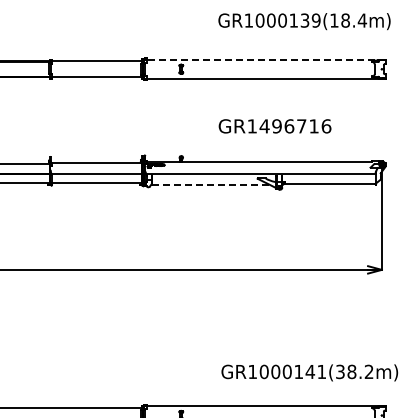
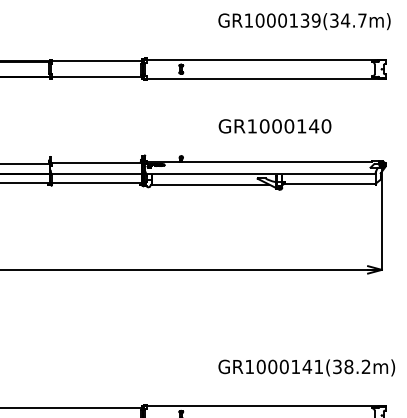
text at (348, 20): GR1000139(18.4m) -> GR1000139(34.7m)
line at (266, 59): dashed -> solid
text at (295, 126): GR1496716 -> GR1000140
line at (210, 184): dashed -> solid
text at (309, 372) position: (309, 372) -> (306, 367)
